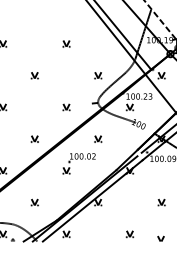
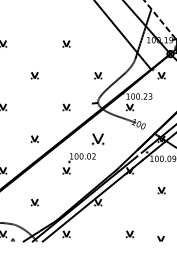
line at (130, 55): present -> none
part at (98, 138) size: 9x8 px -> 14x13 px
part at (161, 202) position: (161, 202) -> (161, 190)
